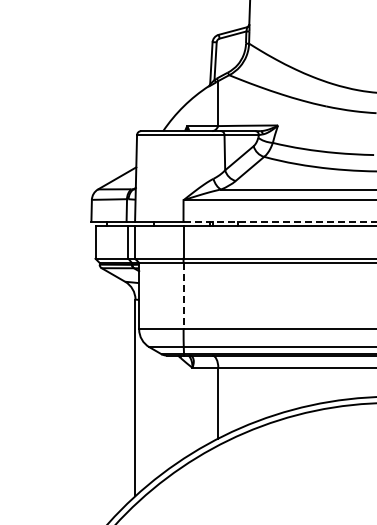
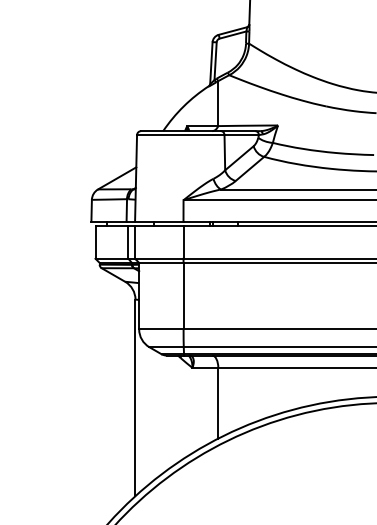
line at (280, 221): dashed -> solid
line at (183, 296): dashed -> solid
